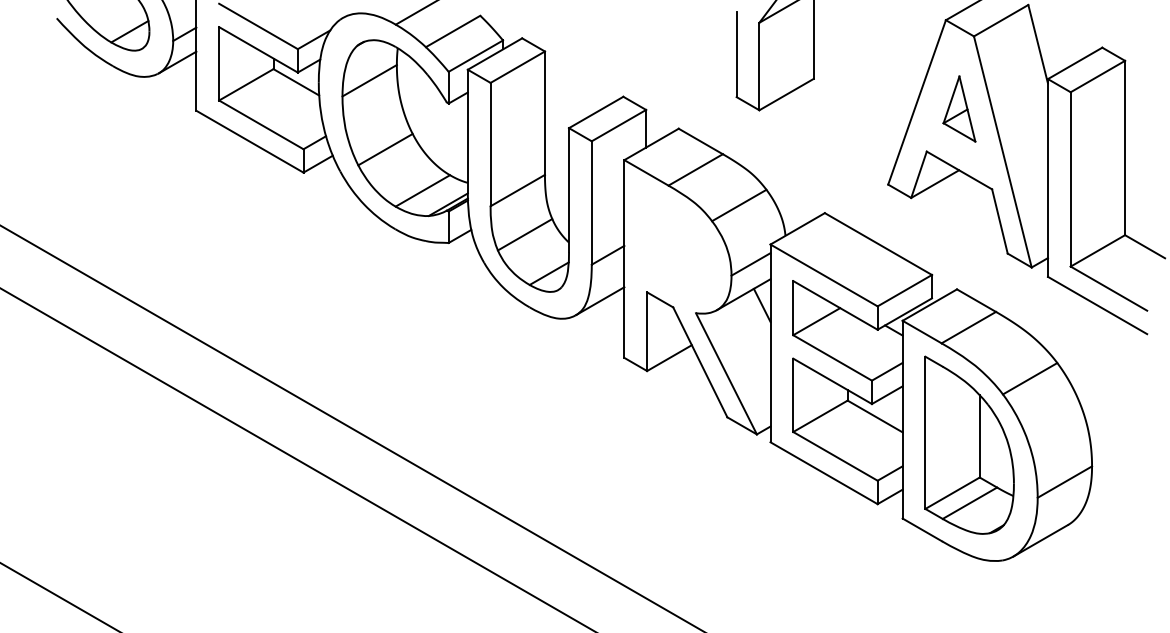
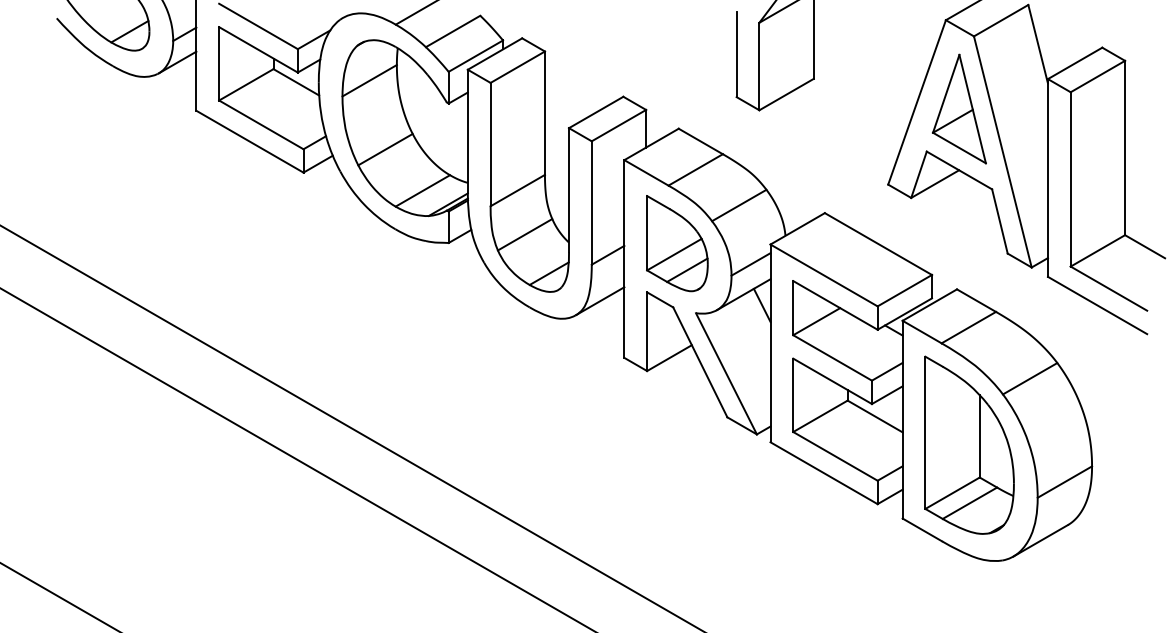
part at (959, 108) size: 35x68 px -> 55x112 px
part at (677, 243): none -> present
